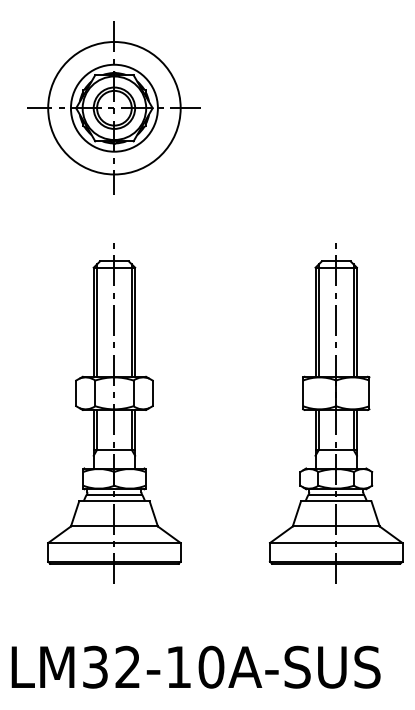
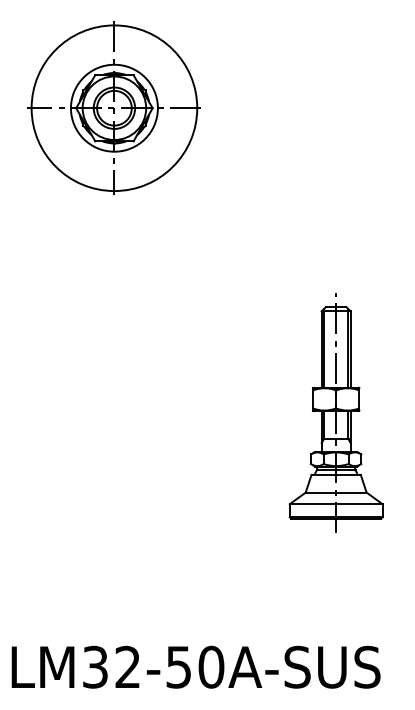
circle at (114, 108) diameter: 132 px -> 166 px
part at (114, 413): present -> none
part at (335, 413) size: 136x341 px -> 96x240 px
text at (178, 667): LM32-10A-SUS -> LM32-50A-SUS
